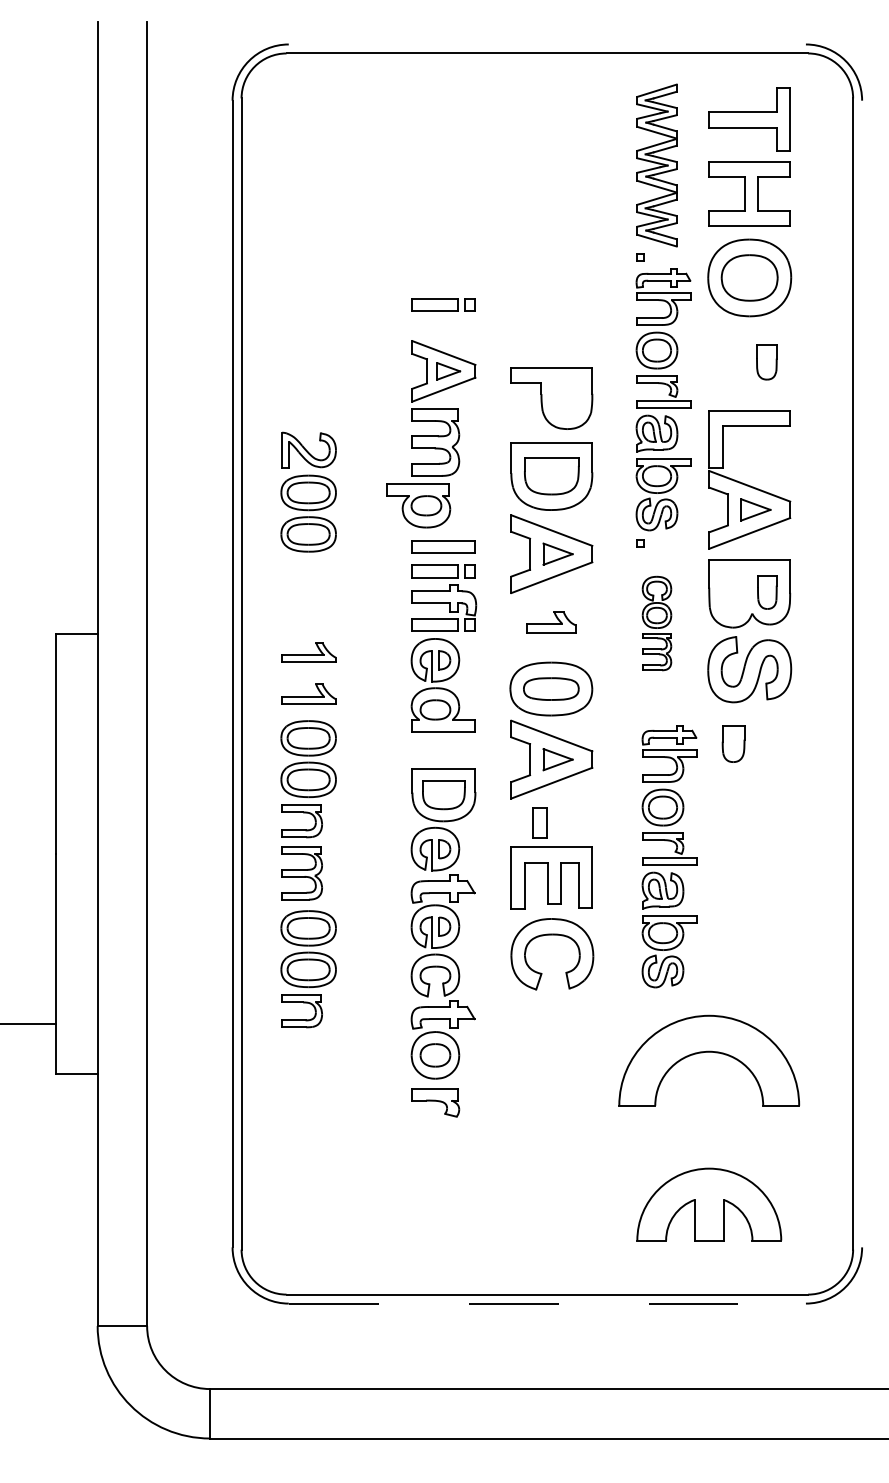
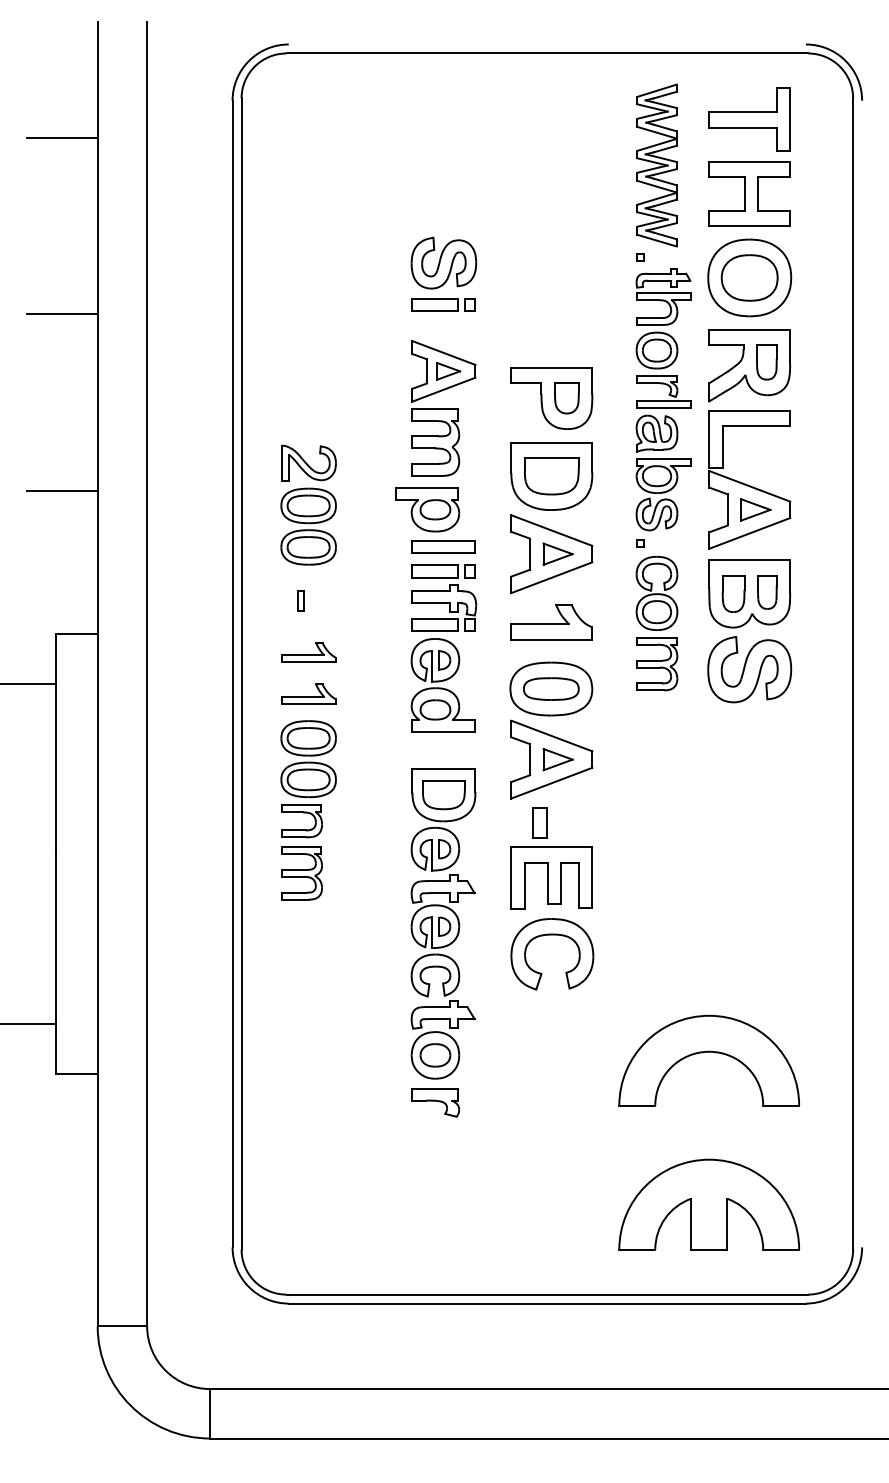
line at (61, 137): none -> present
part at (443, 262): none -> present
line at (61, 314): none -> present
part at (749, 365): none -> present
part at (566, 398): none -> present
line at (61, 490): none -> present
part at (308, 491) position: (308, 491) -> (308, 504)
part at (418, 505) position: (418, 505) -> (427, 509)
part at (300, 600): none -> present
part at (551, 622) size: 51x23 px -> 83x37 px
part at (656, 623) size: 32x97 px -> 44x137 px
line at (29, 683): none -> present
part at (733, 743) position: (733, 743) -> (733, 593)
part at (669, 856): present -> none
part at (308, 969): present -> none
part at (709, 1204) size: 147x75 px -> 183x93 px
line at (547, 1303): dashed -> solid
